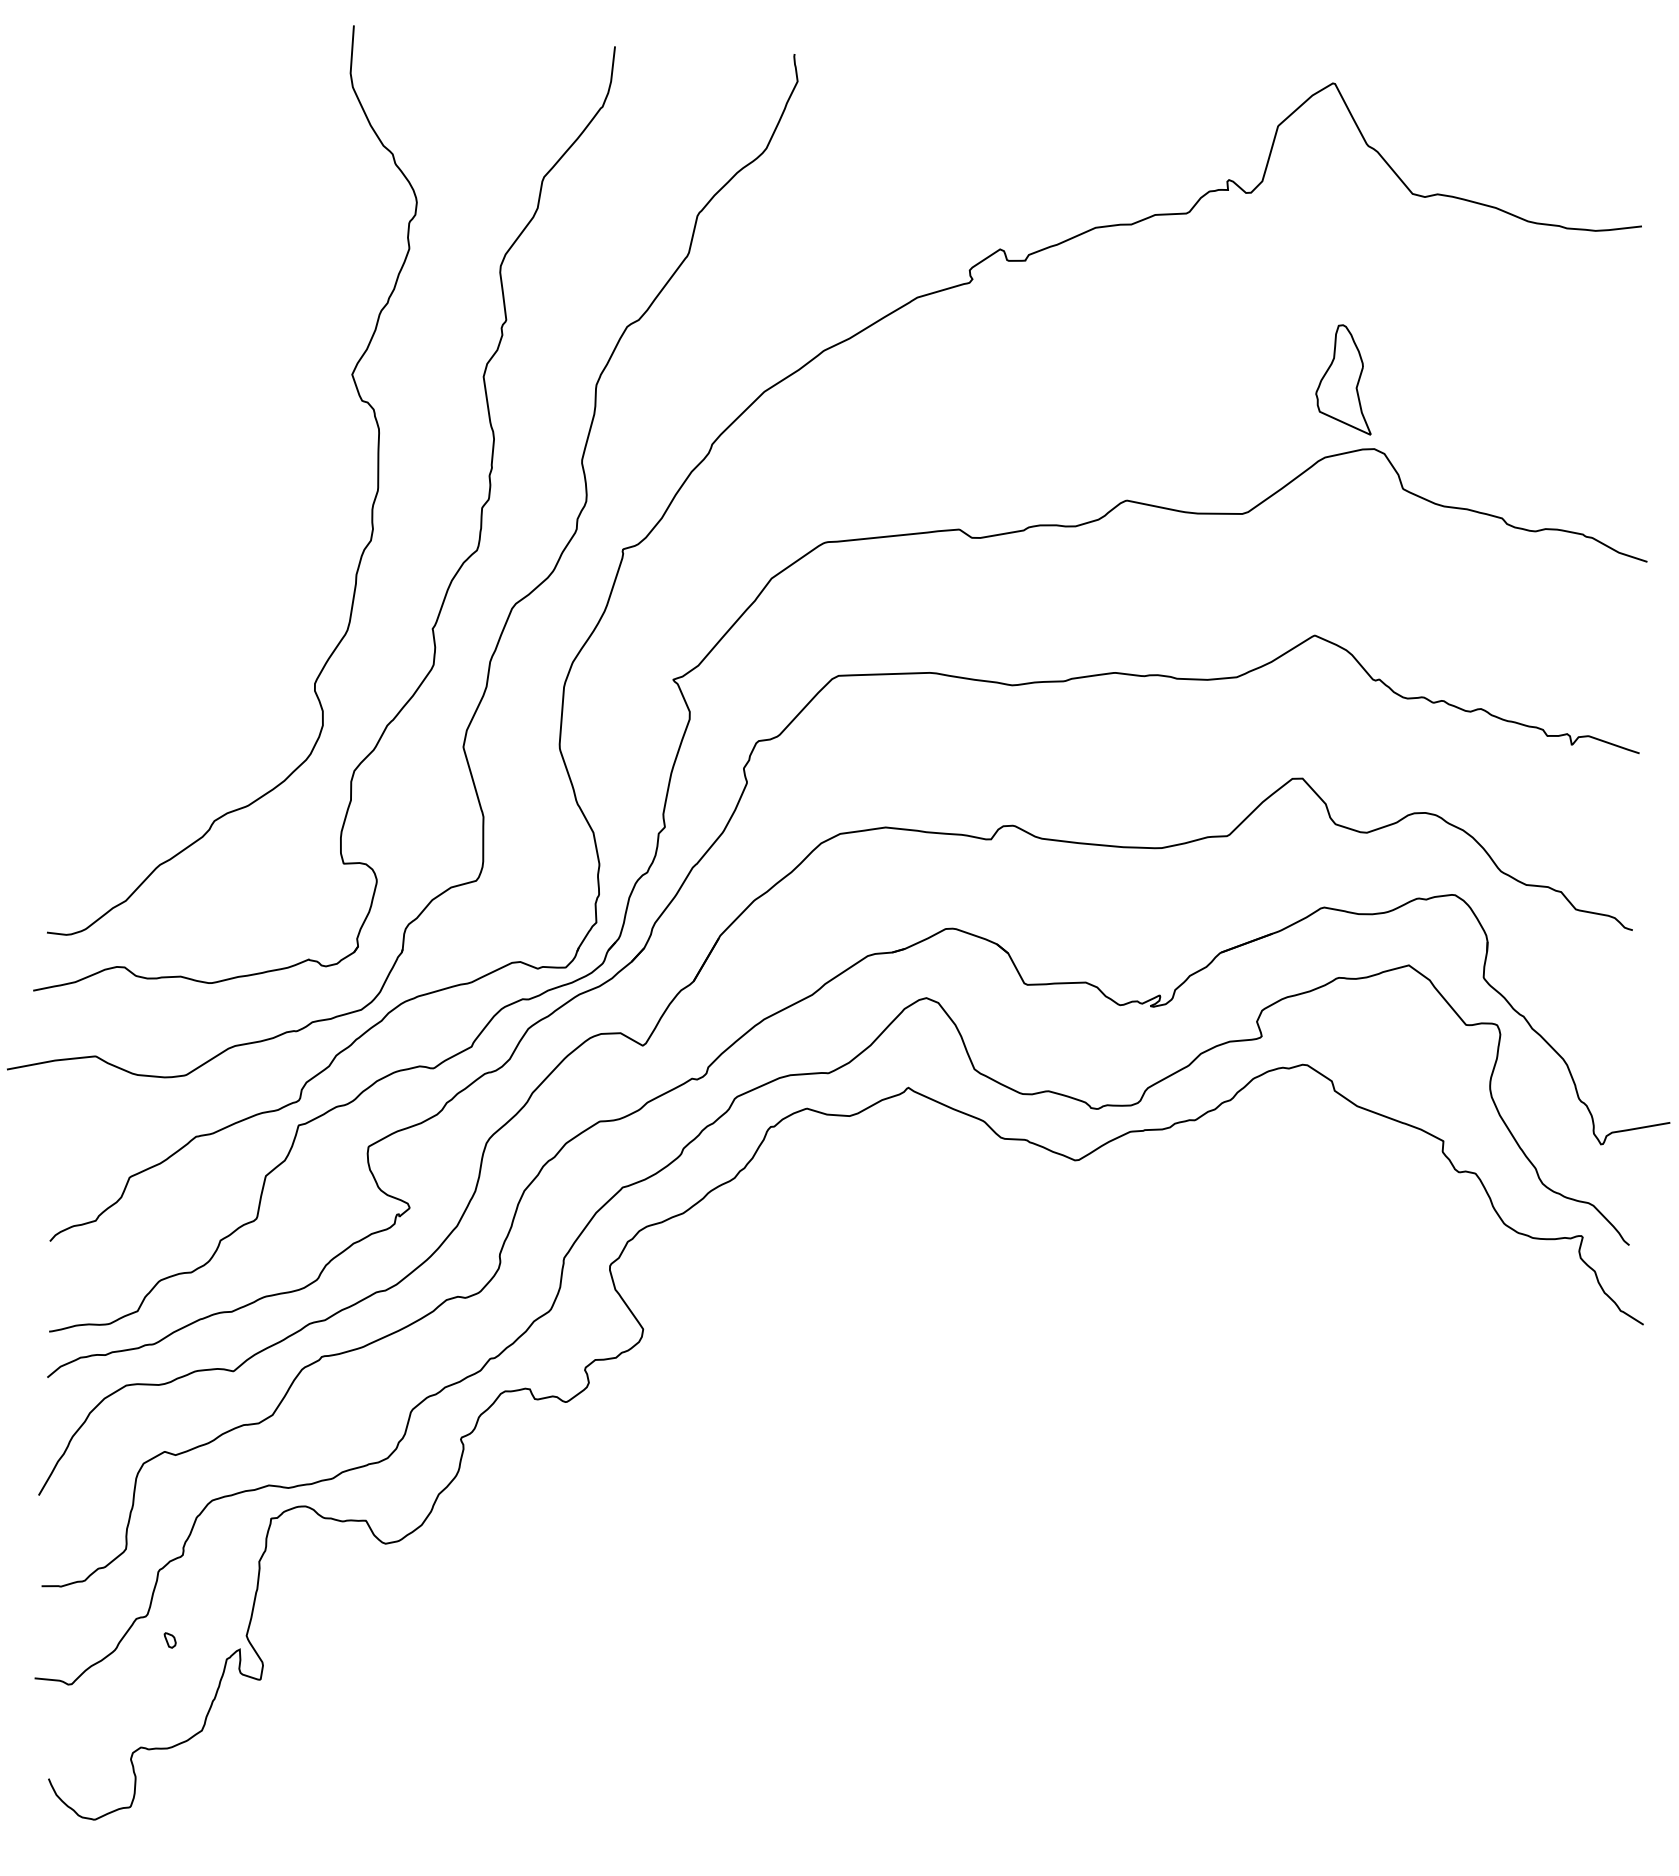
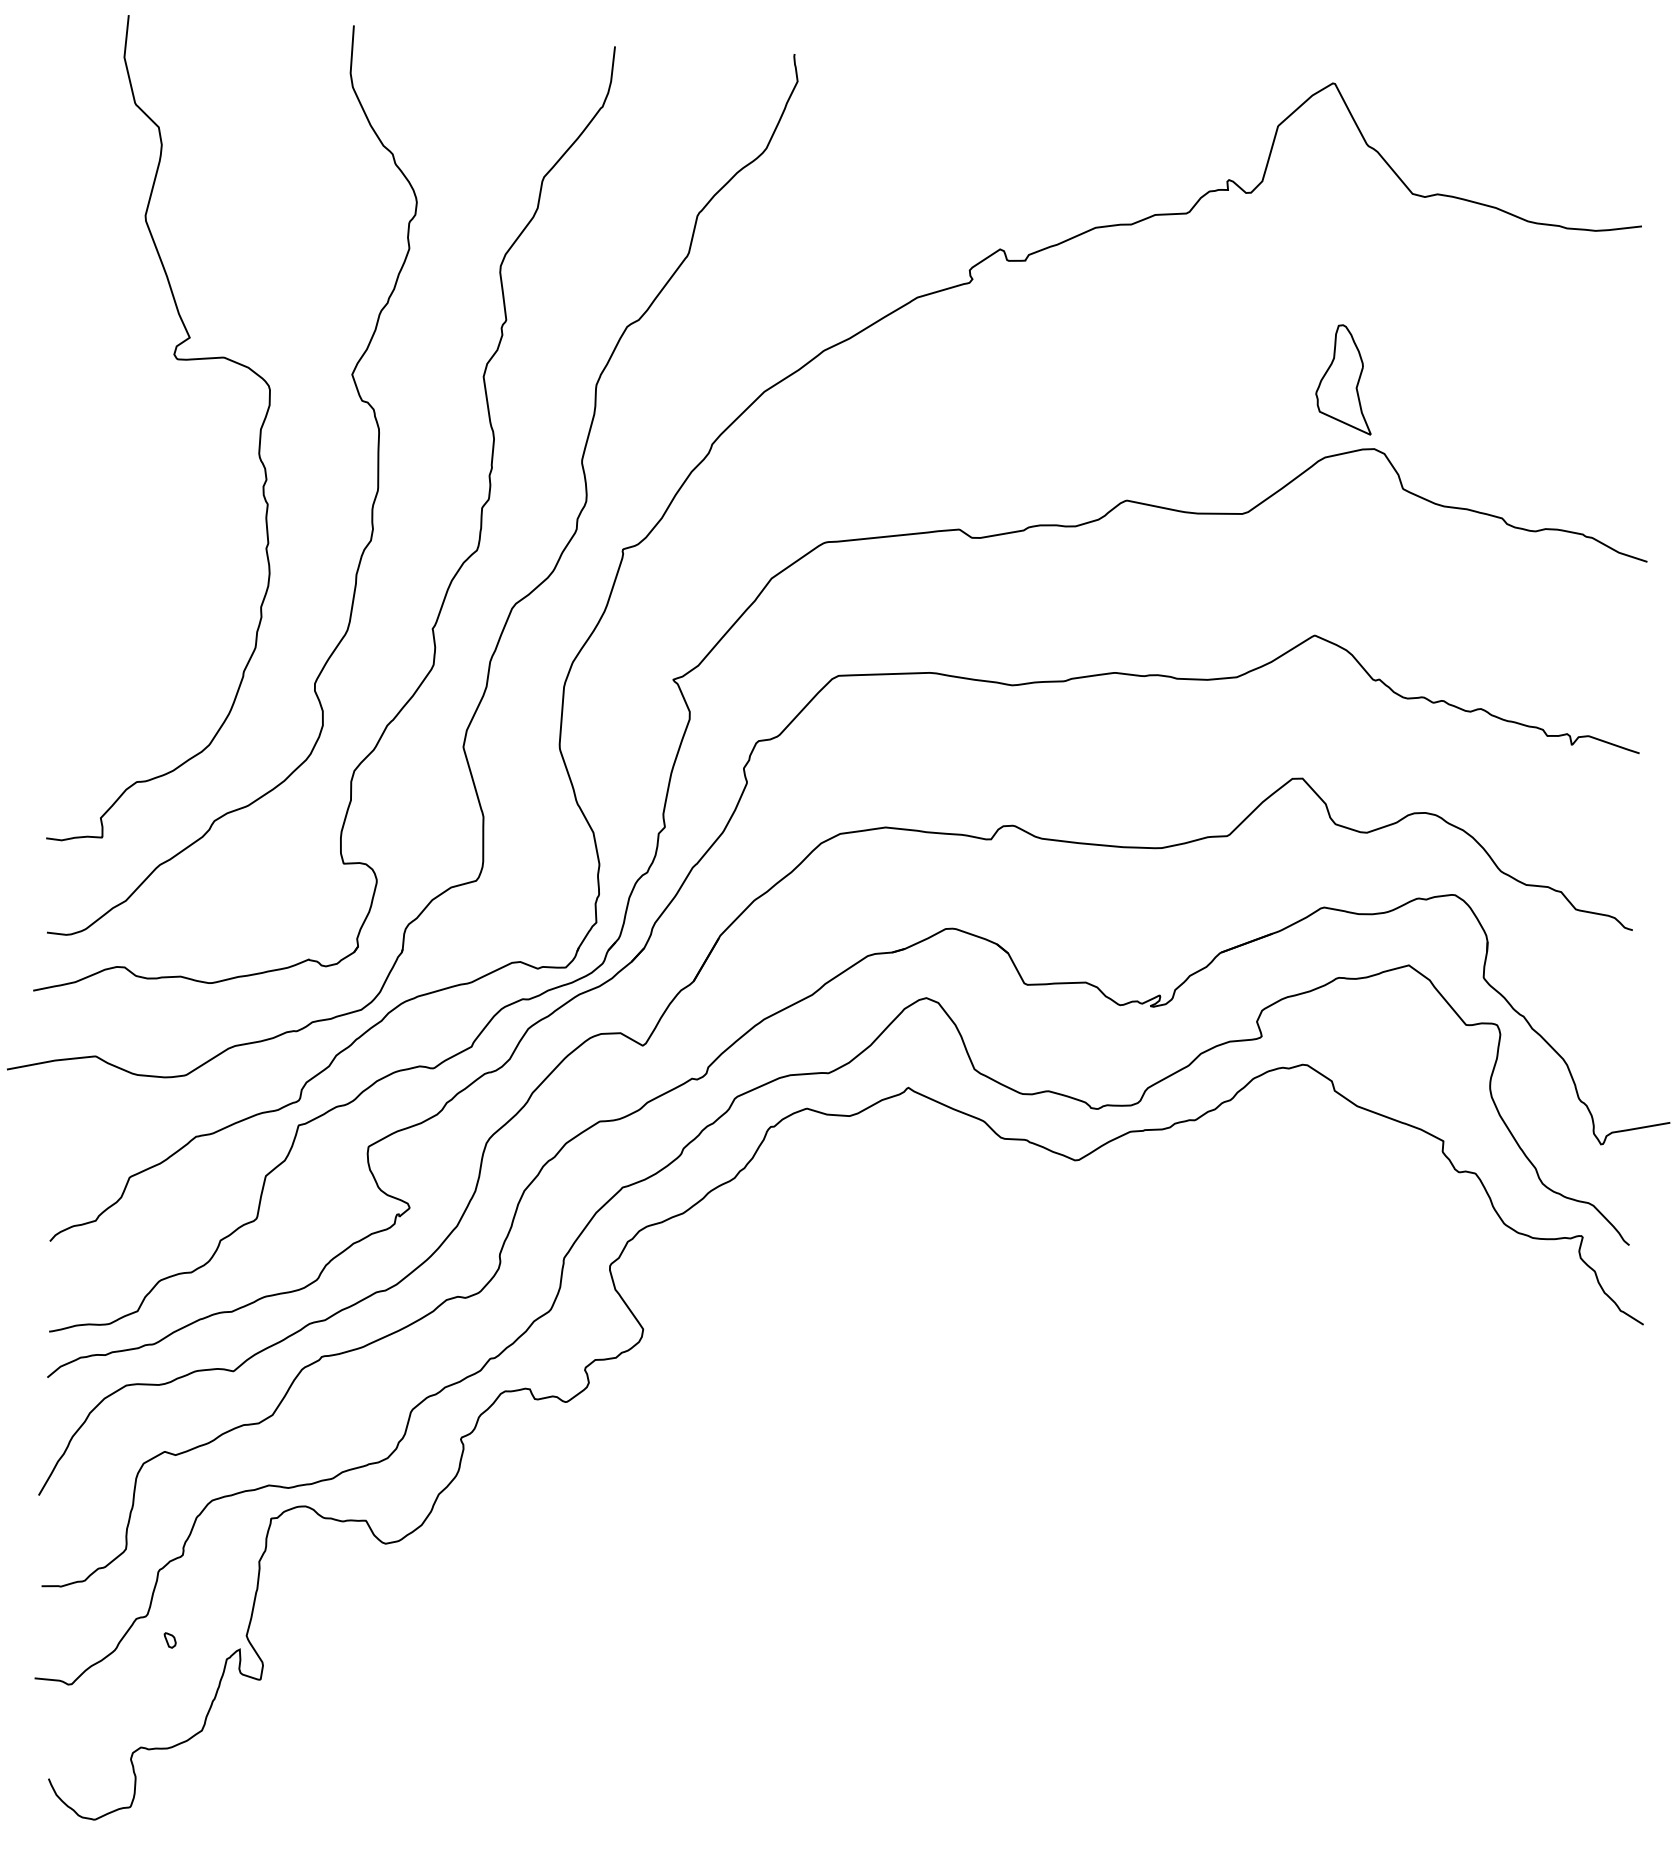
curve at (177, 360): none -> present
